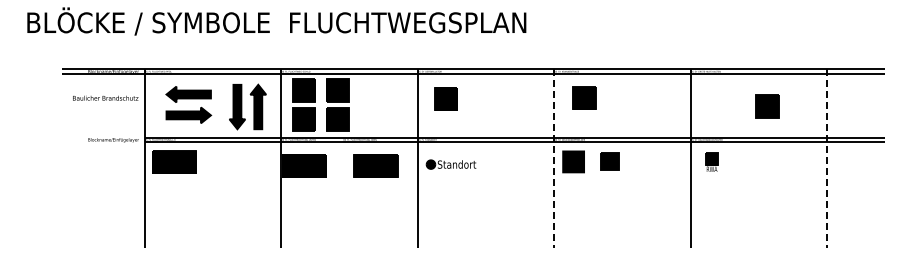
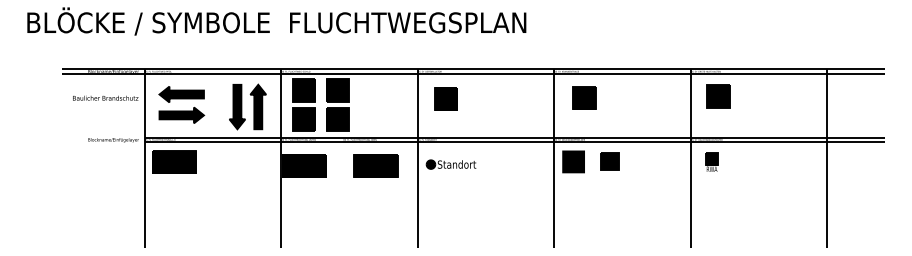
part at (188, 104) position: (188, 104) -> (181, 104)
part at (767, 106) position: (767, 106) -> (718, 96)
line at (554, 159): dashed -> solid
line at (827, 159): dashed -> solid
